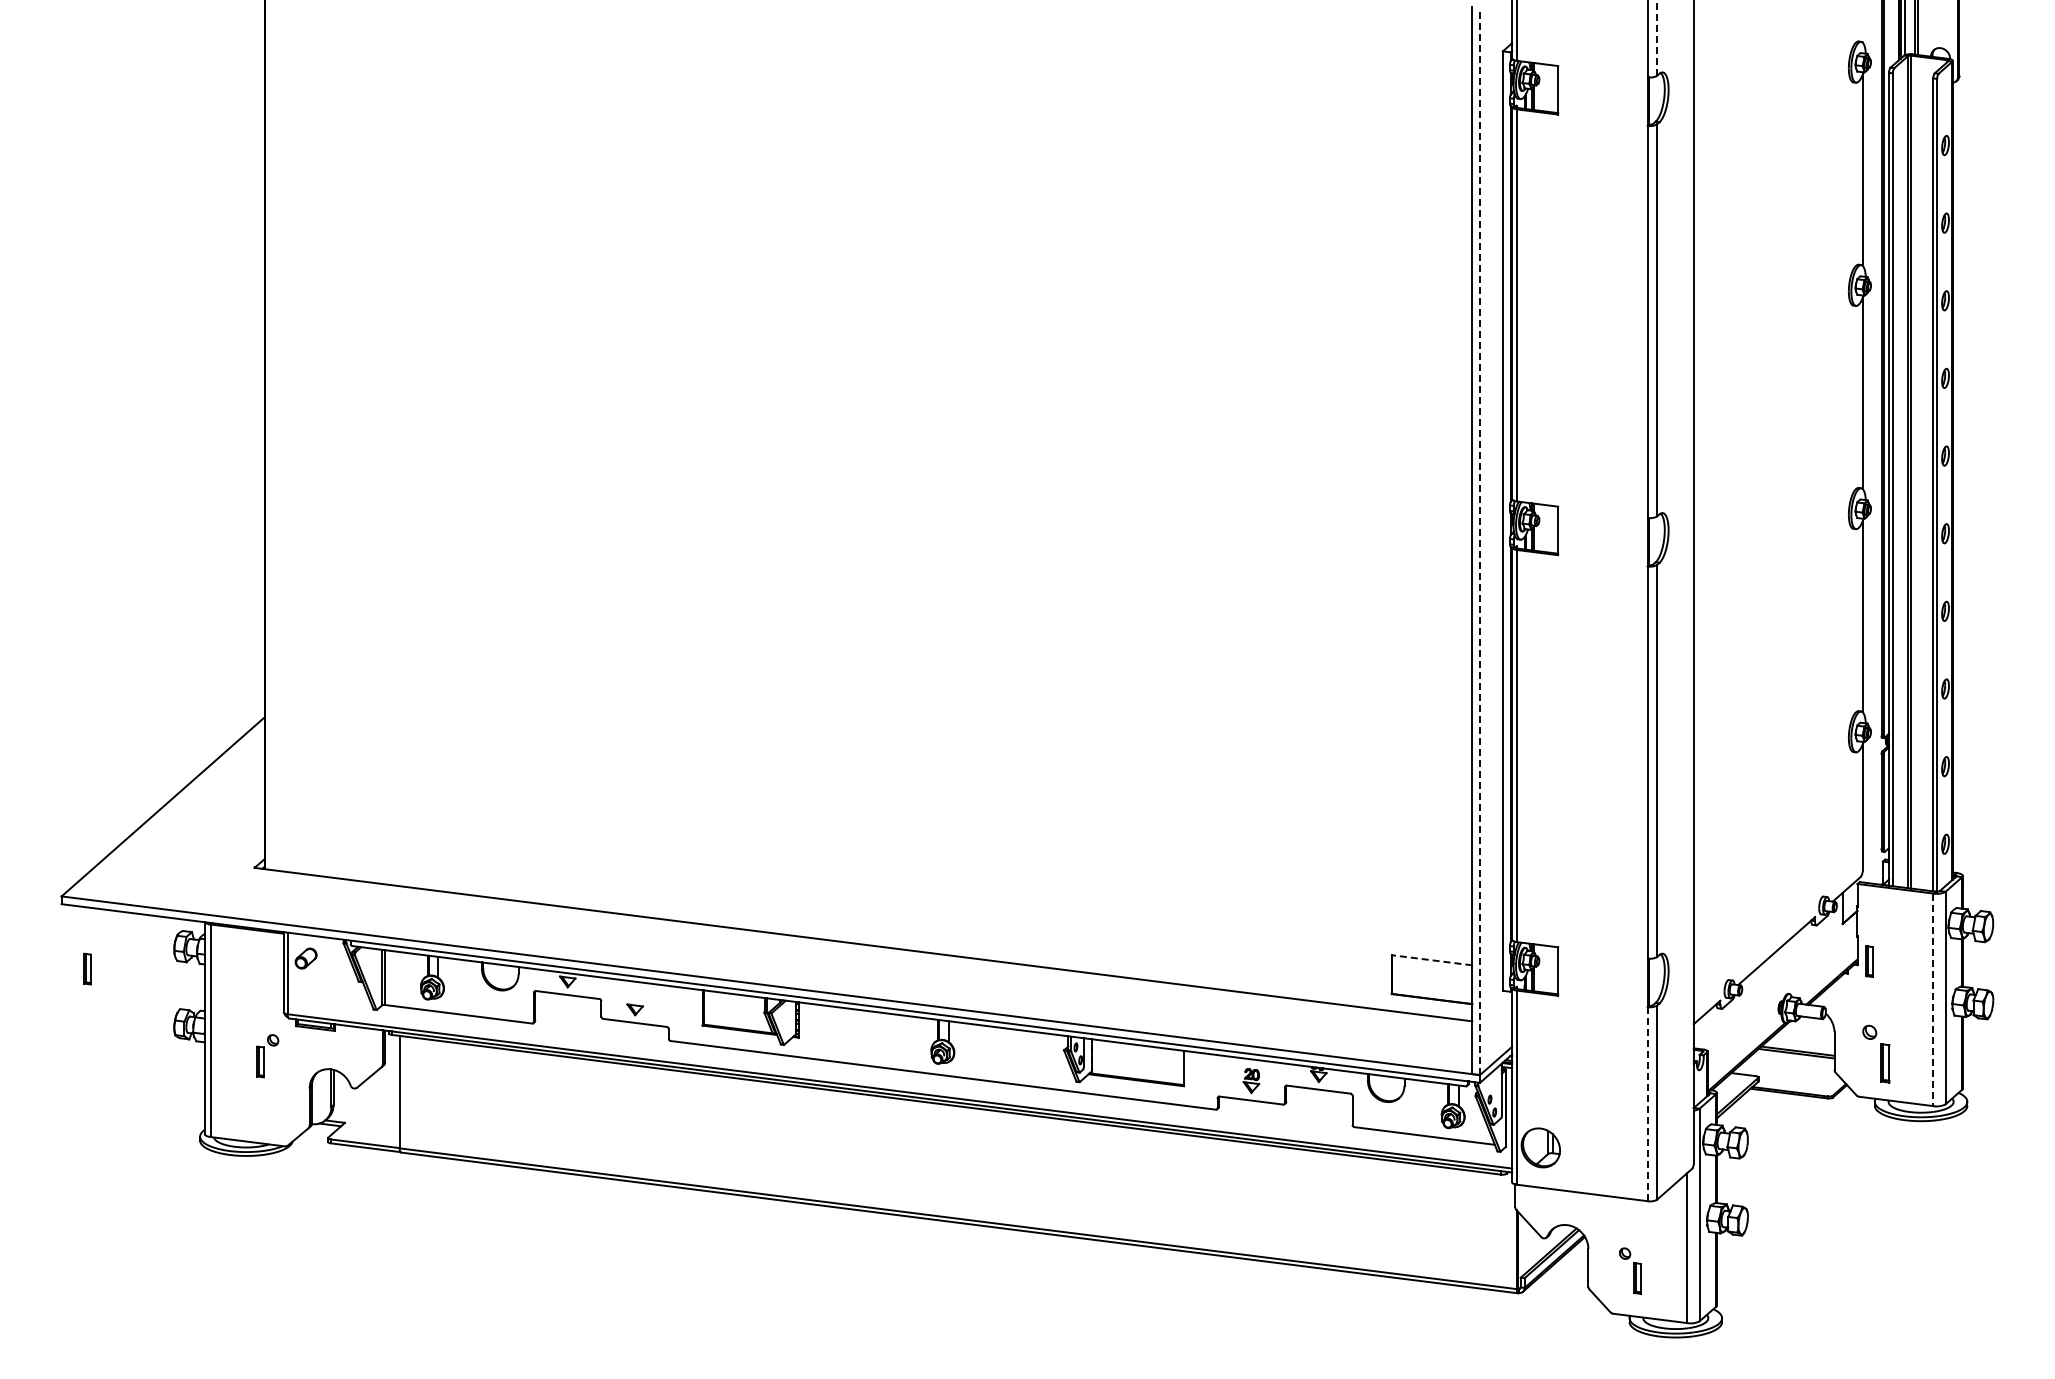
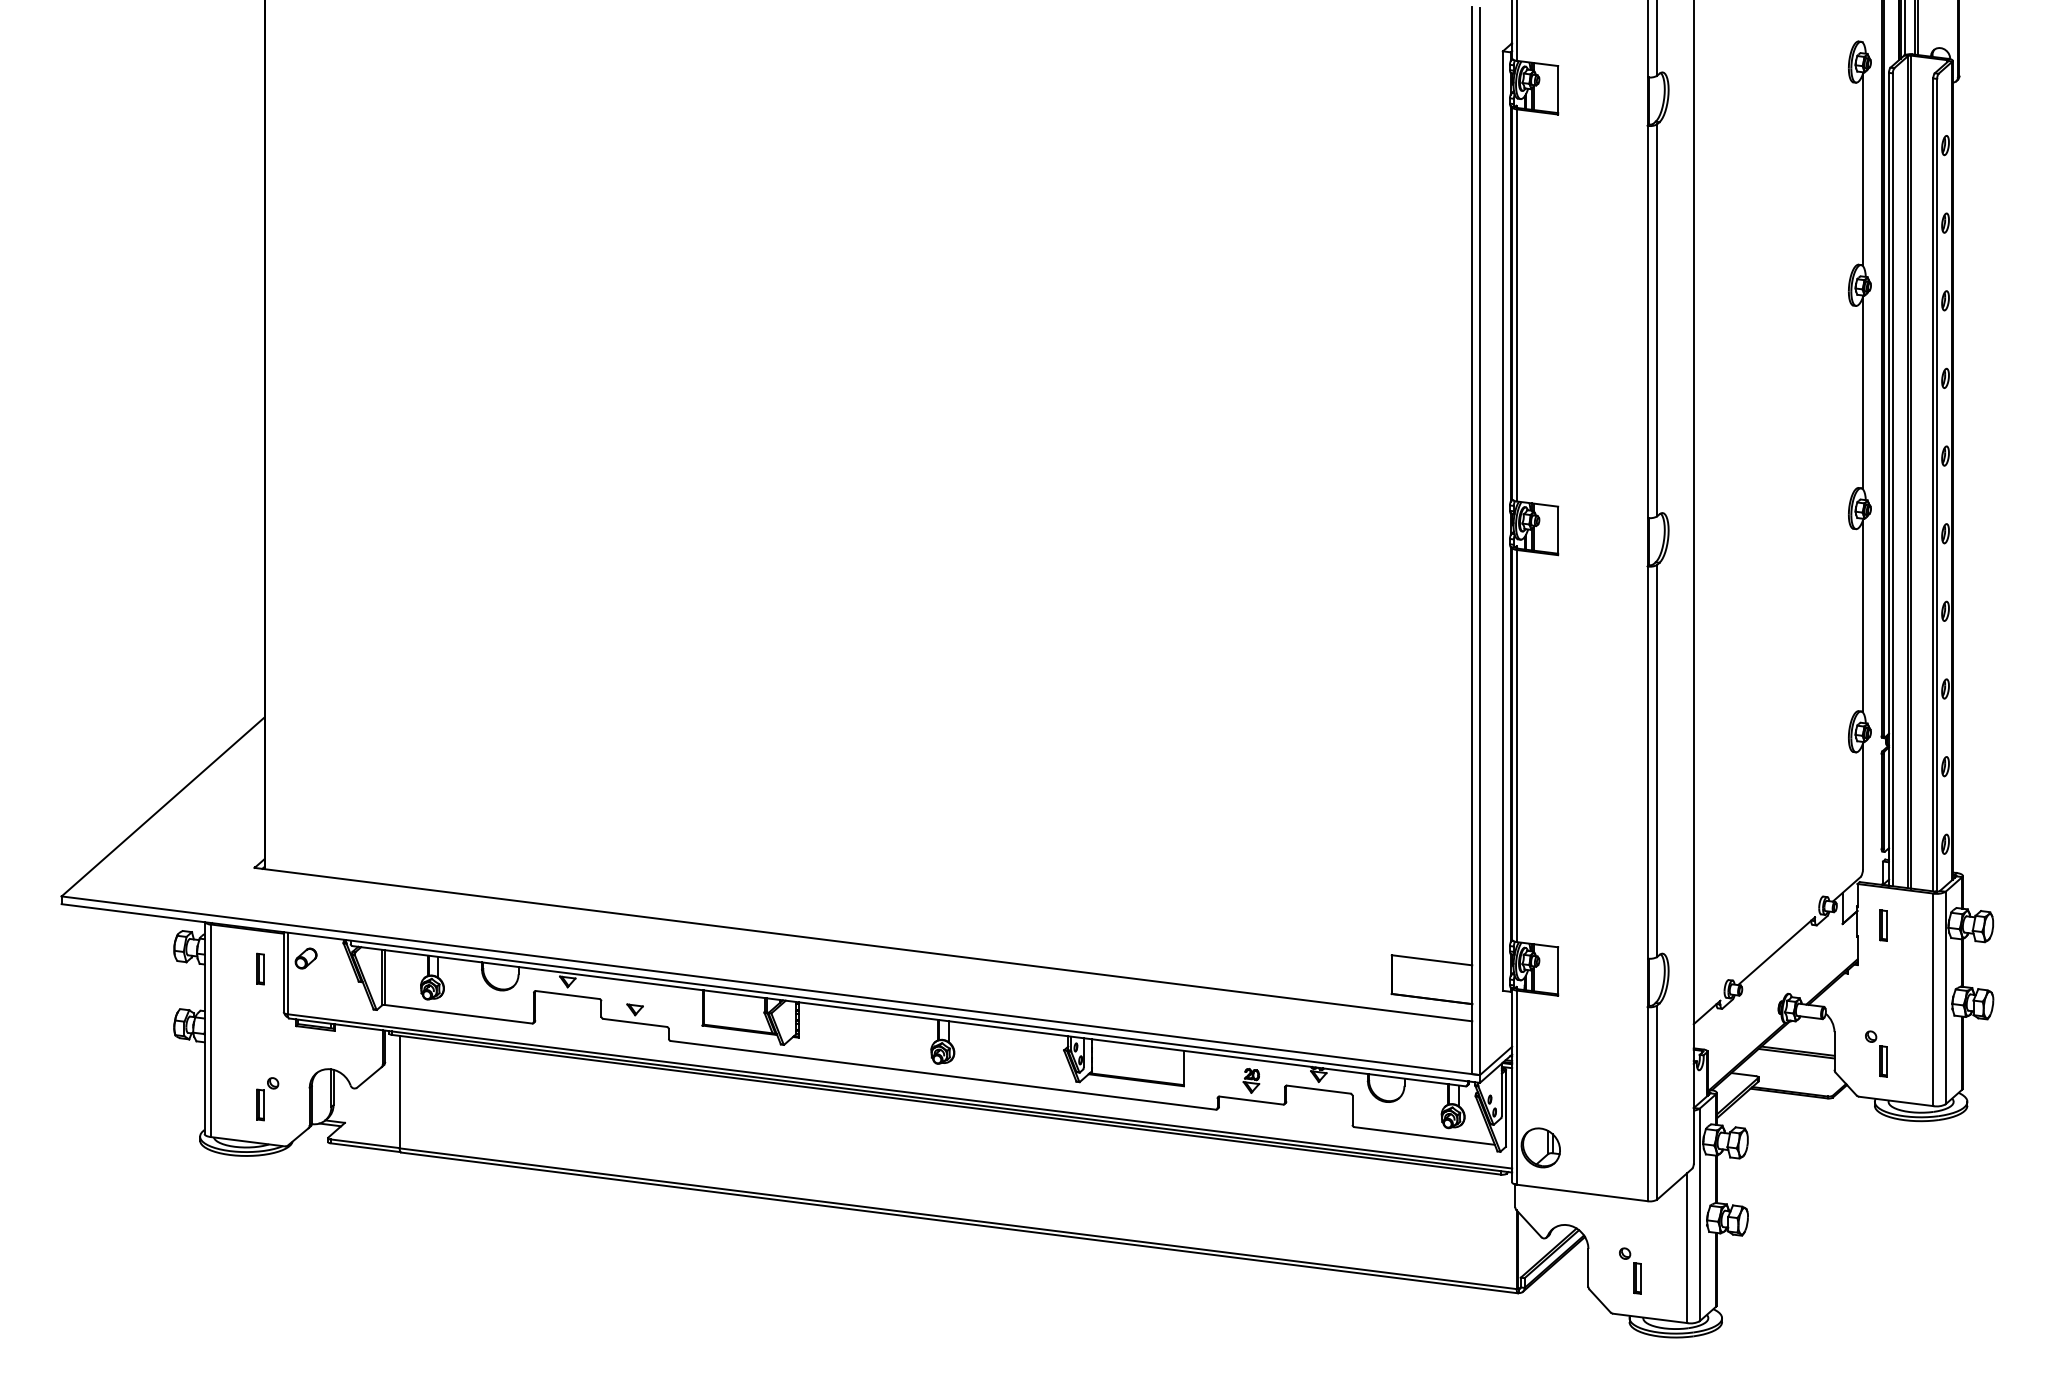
line at (1657, 38): dashed -> solid
line at (1480, 541): dashed -> solid
line at (1432, 960): dashed -> solid
part at (1869, 961) position: (1869, 961) -> (1883, 925)
part at (87, 968) position: (87, 968) -> (260, 968)
line at (1933, 1000): dashed -> solid
part at (1876, 1053) size: 29x60 px -> 23x48 px
part at (267, 1056) position: (267, 1056) -> (267, 1099)
line at (1647, 1104): dashed -> solid
